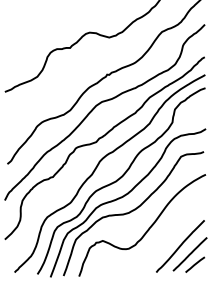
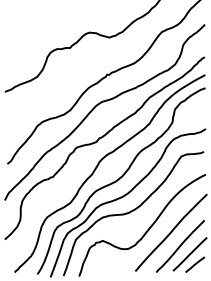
curve at (171, 232): none -> present
